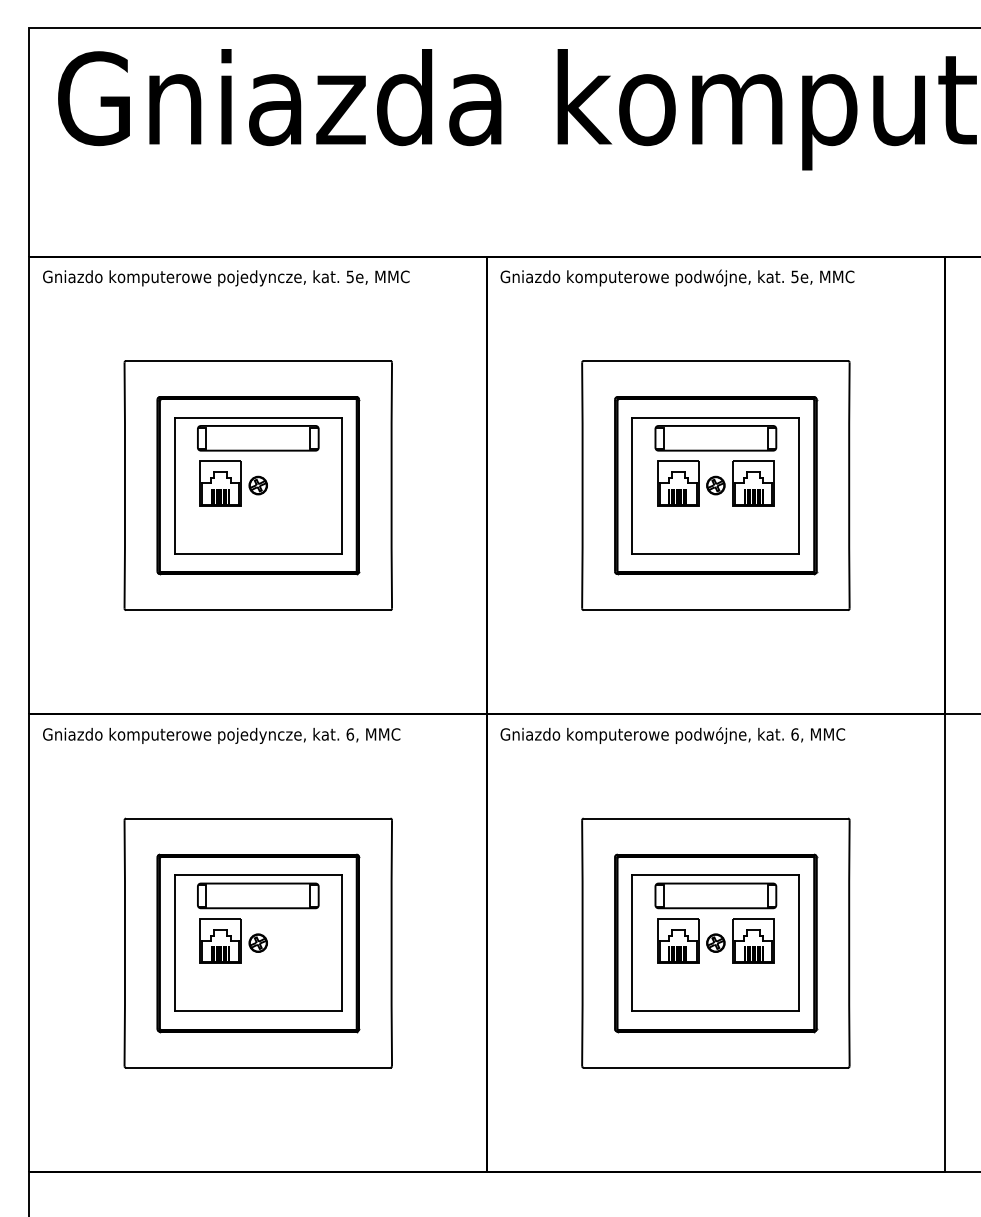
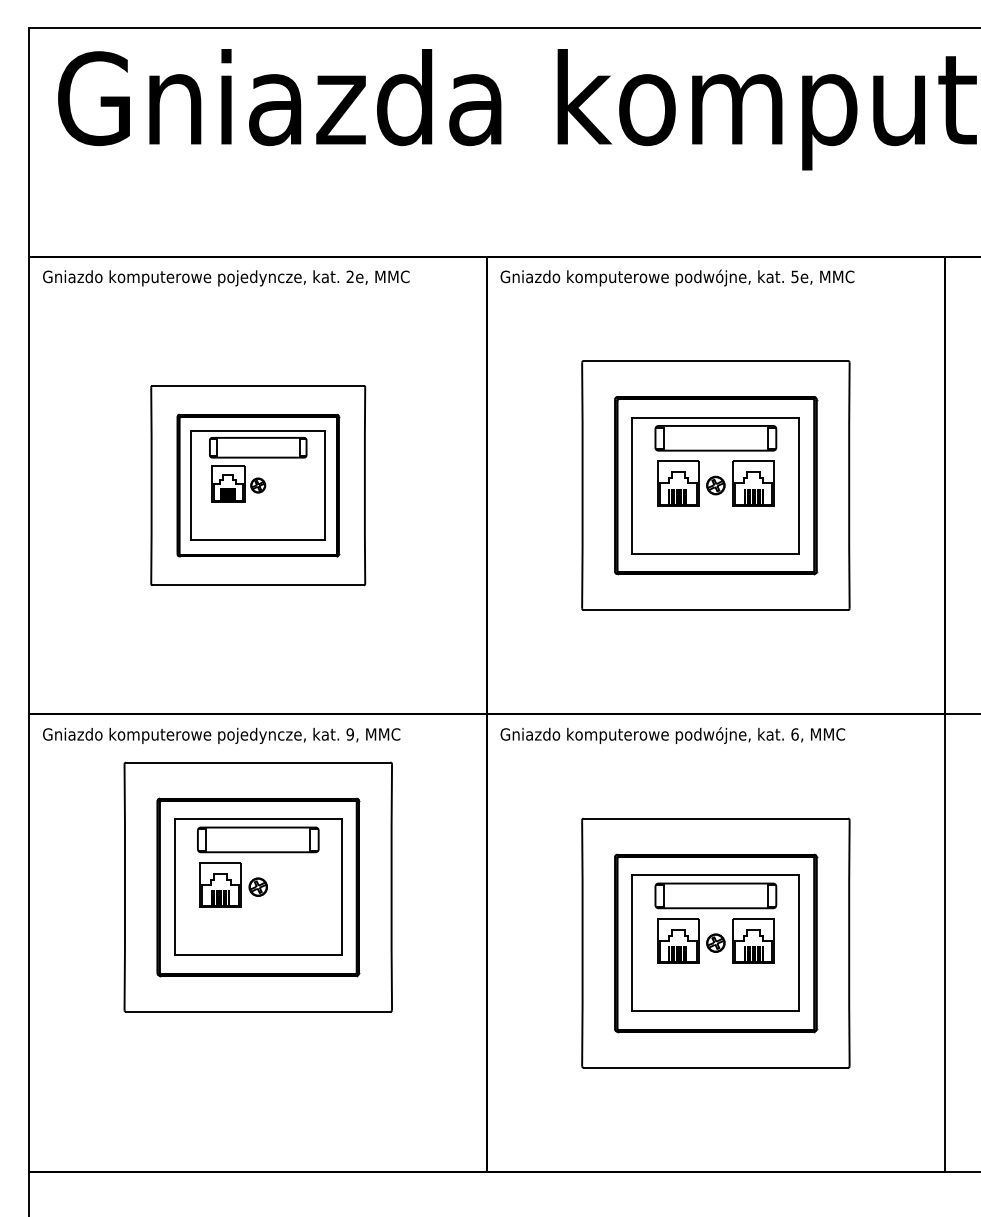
text at (349, 276): 5e, -> 2e,
part at (257, 485) size: 270x251 px -> 217x201 px
text at (350, 734): 6, -> 9,
part at (257, 942) position: (257, 942) -> (257, 886)
